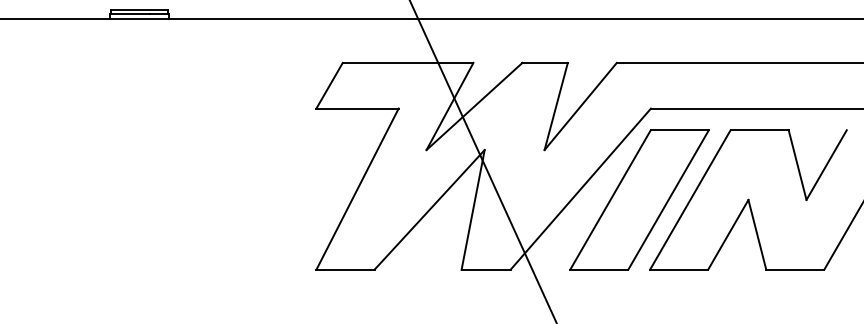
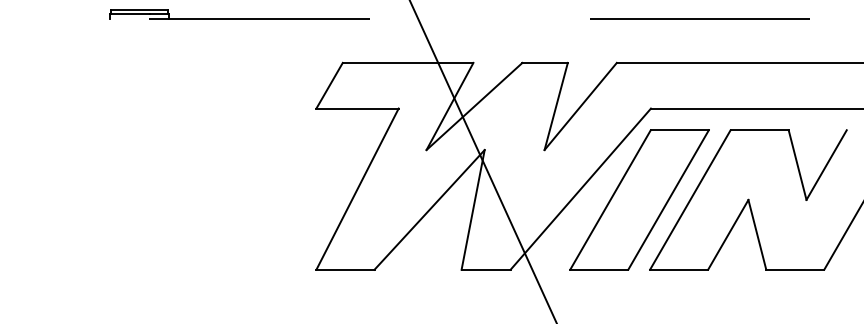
line at (431, 18): solid -> dashed
